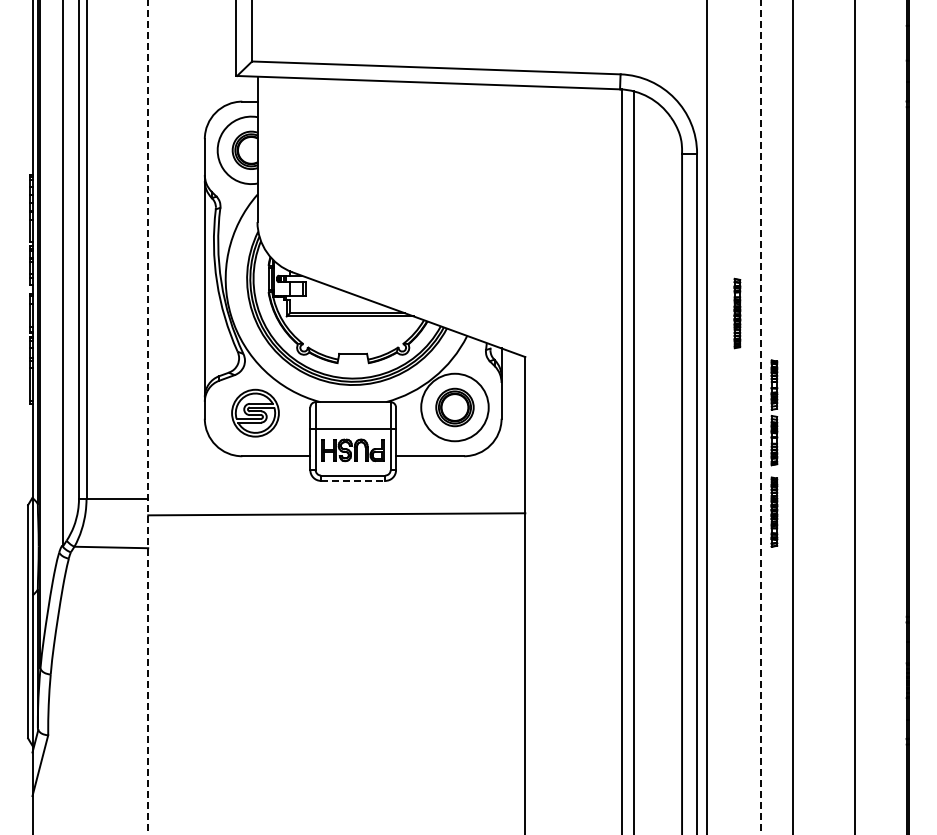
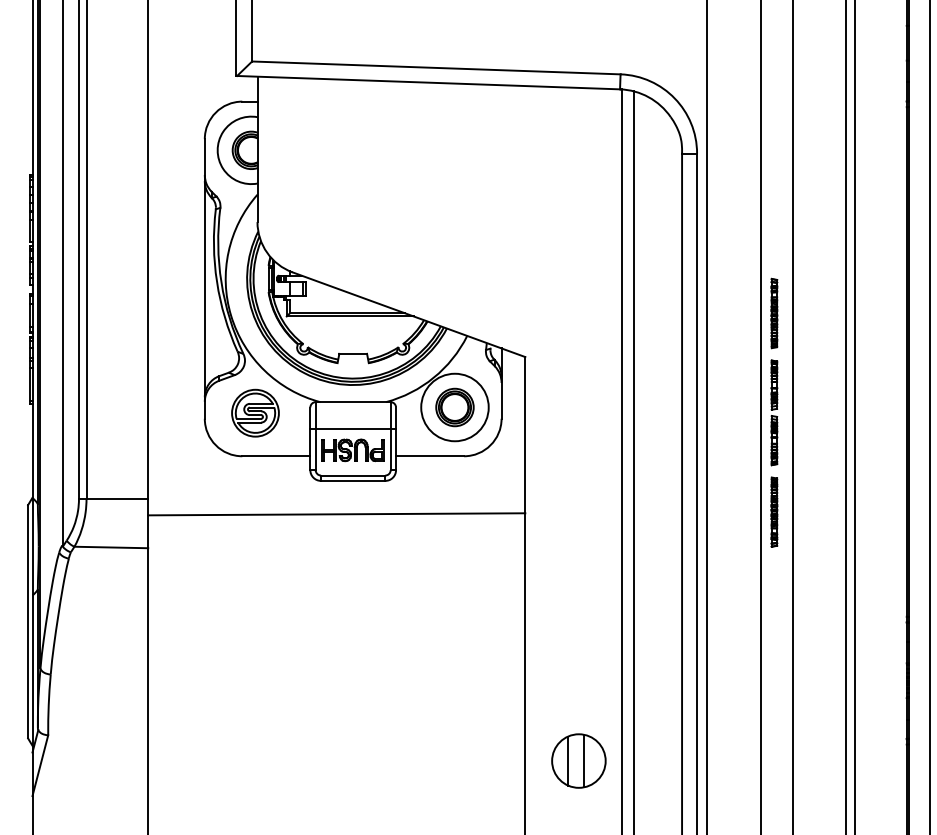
part at (737, 313) position: (737, 313) -> (774, 313)
line at (846, 416): none -> present
line at (930, 416): none -> present
line at (148, 417): dashed -> solid
line at (761, 417): dashed -> solid
line at (353, 480): dashed -> solid
part at (578, 760): none -> present
